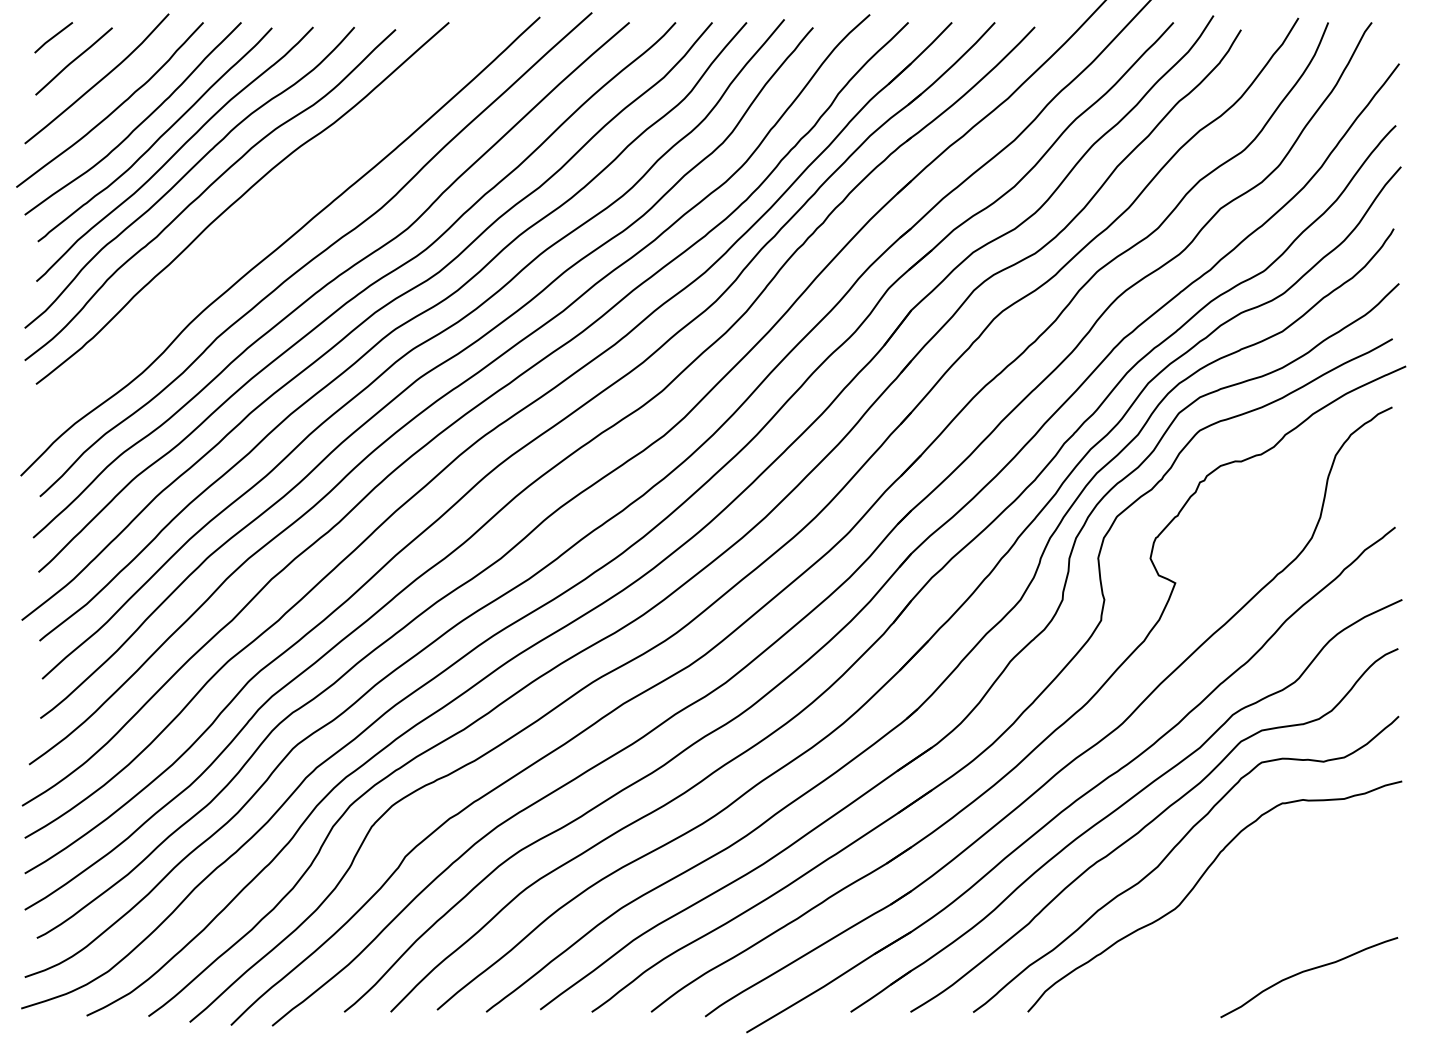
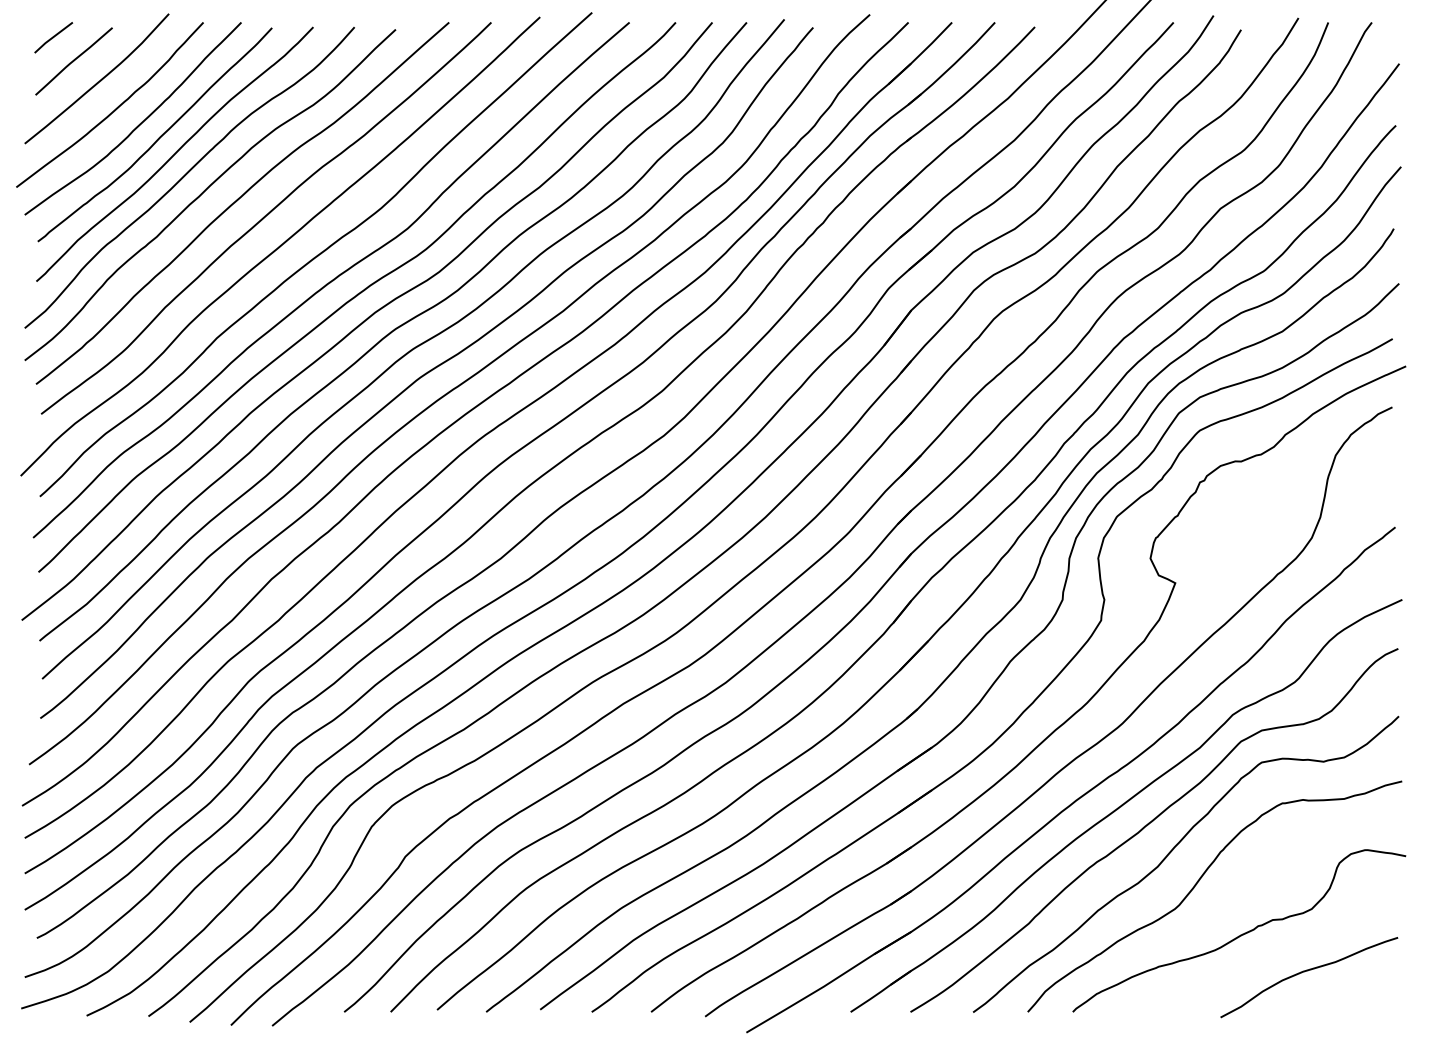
curve at (265, 217): none -> present
curve at (1240, 934): none -> present
